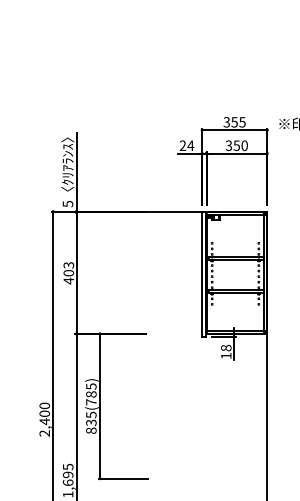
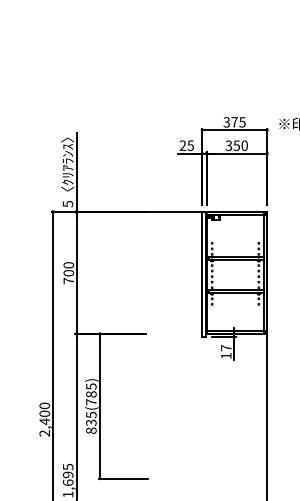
text at (234, 122): 355 -> 375
text at (190, 145): 24 -> 25
text at (68, 273): 403 -> 700
text at (226, 347): 18 -> 17
